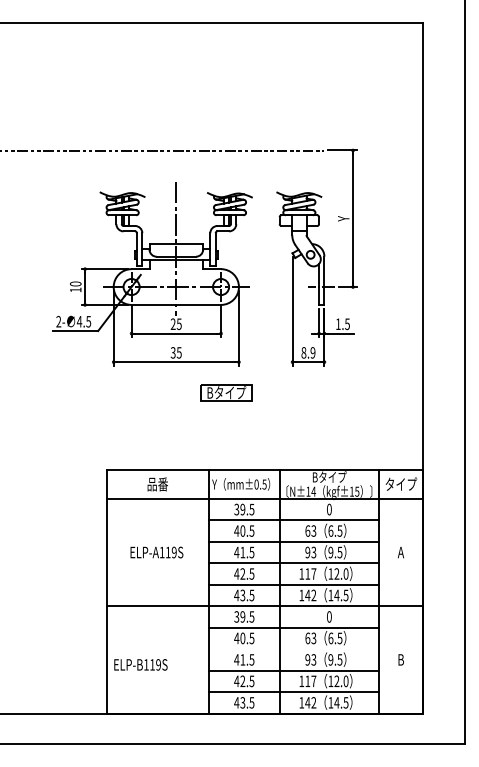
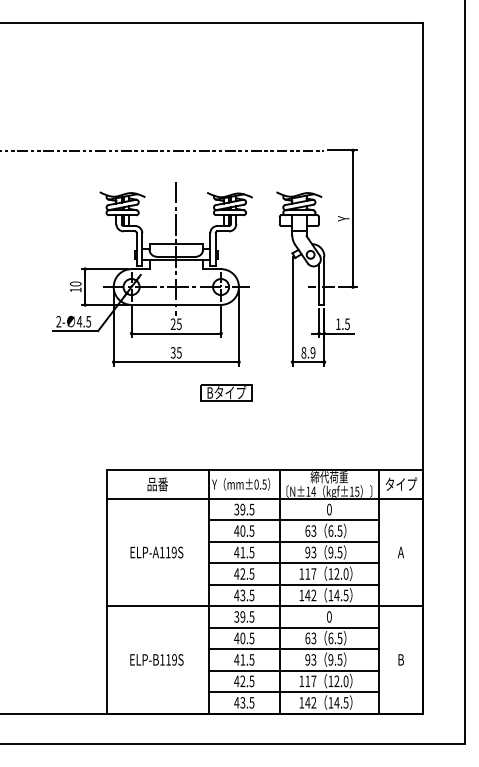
text at (328, 477): Bタイプ -> 締代荷重
line at (293, 649): none -> present
text at (140, 664) position: (140, 664) -> (156, 659)
